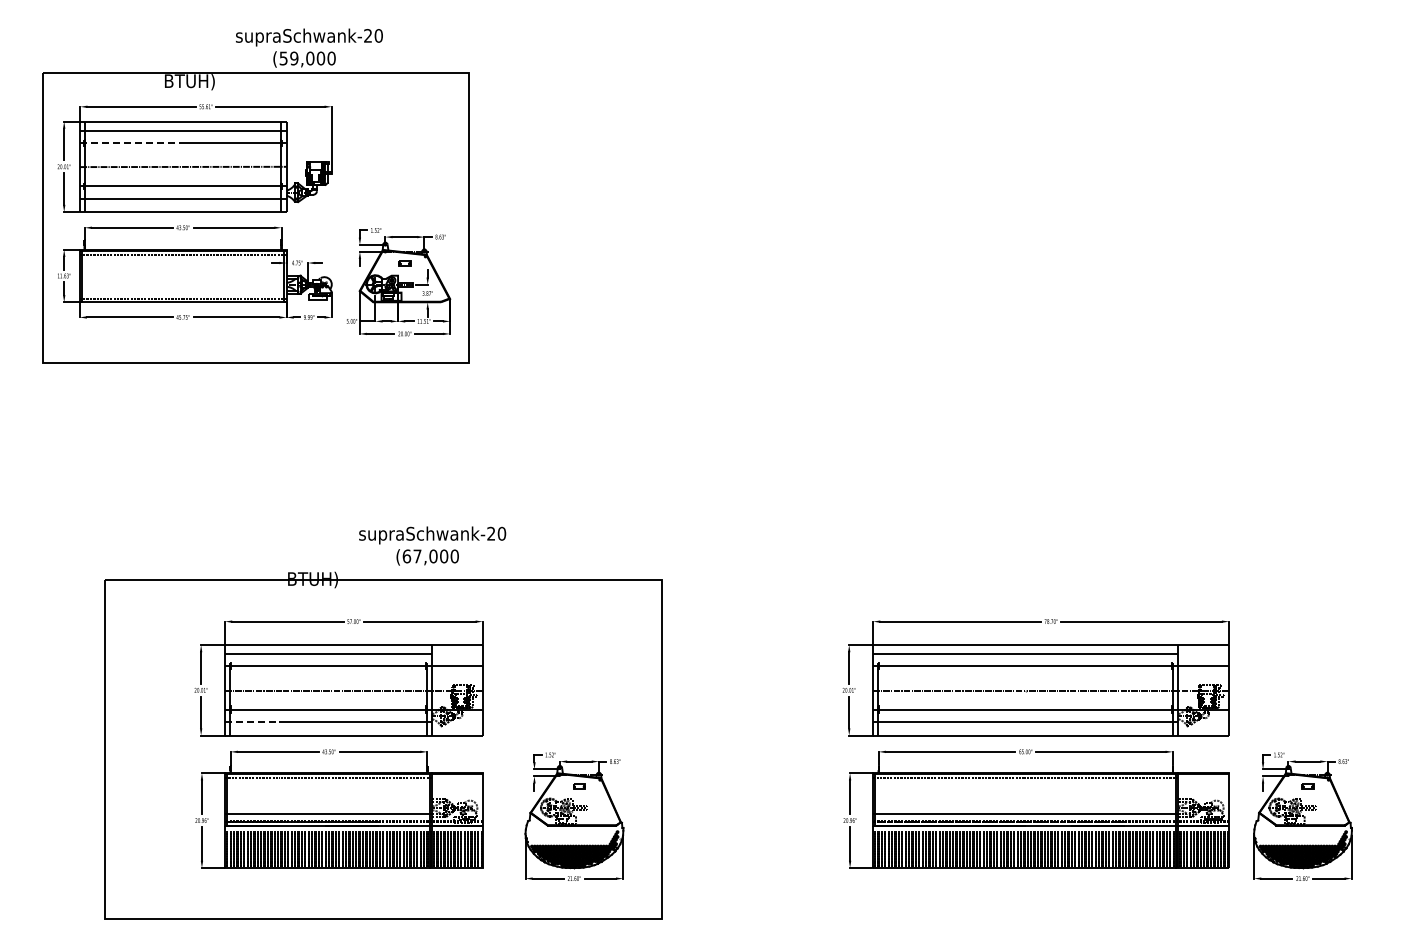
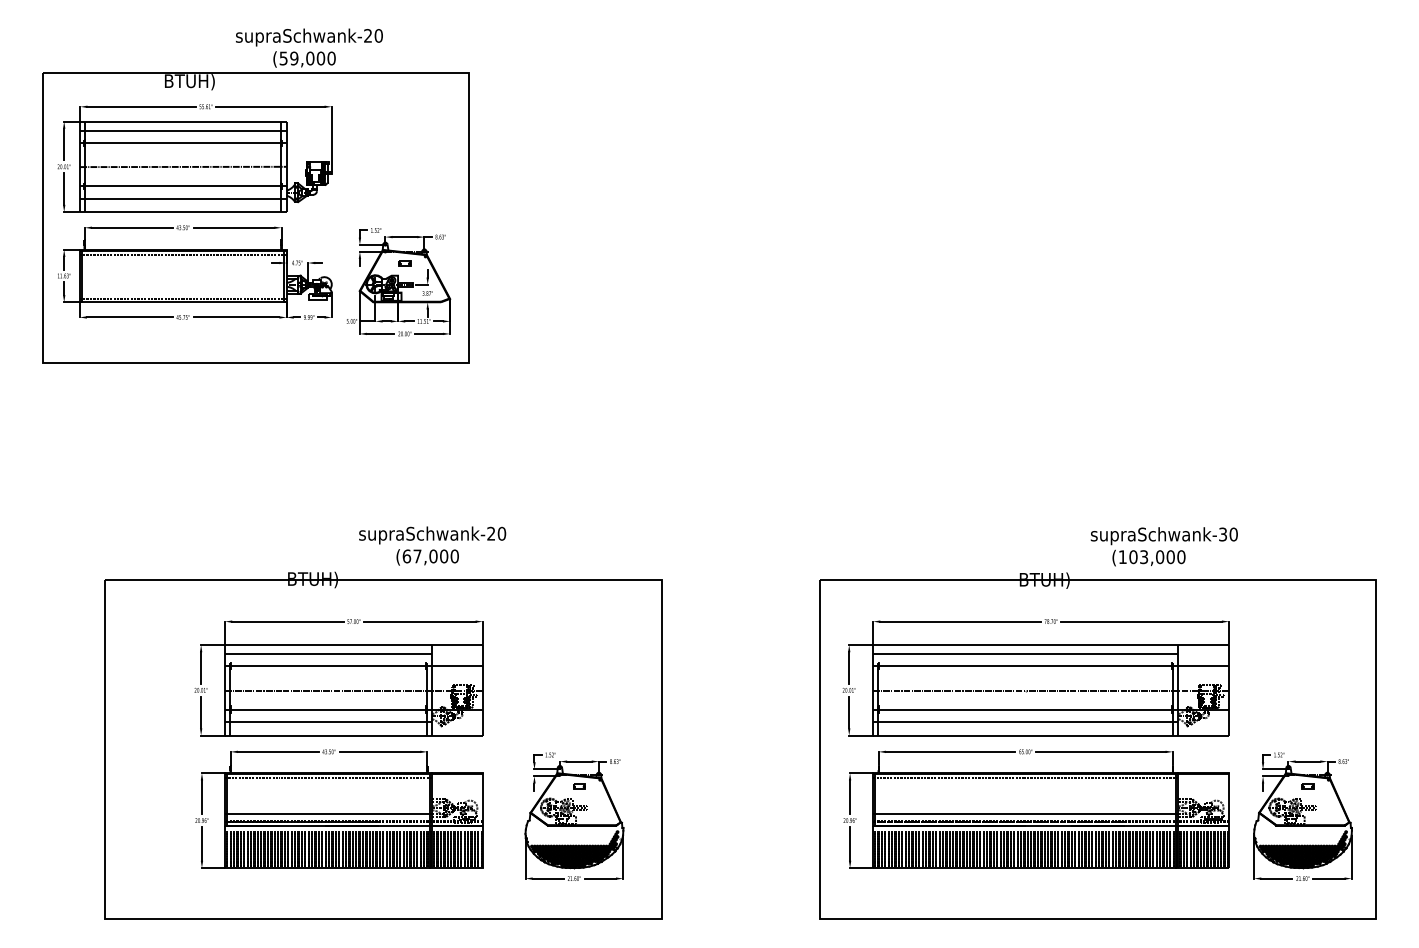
line at (131, 142): dashed -> solid
line at (252, 721): dashed -> solid
part at (1097, 723): none -> present
